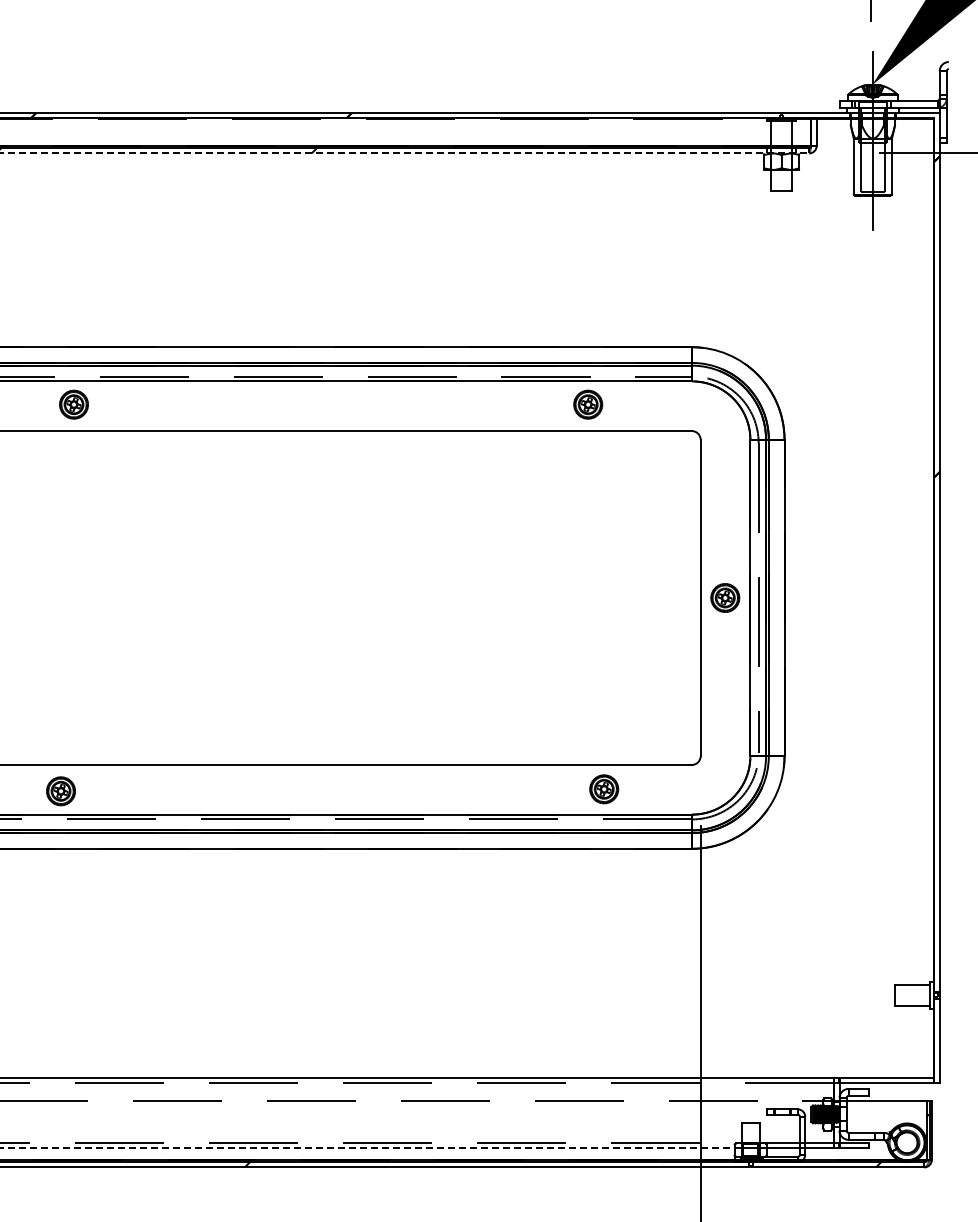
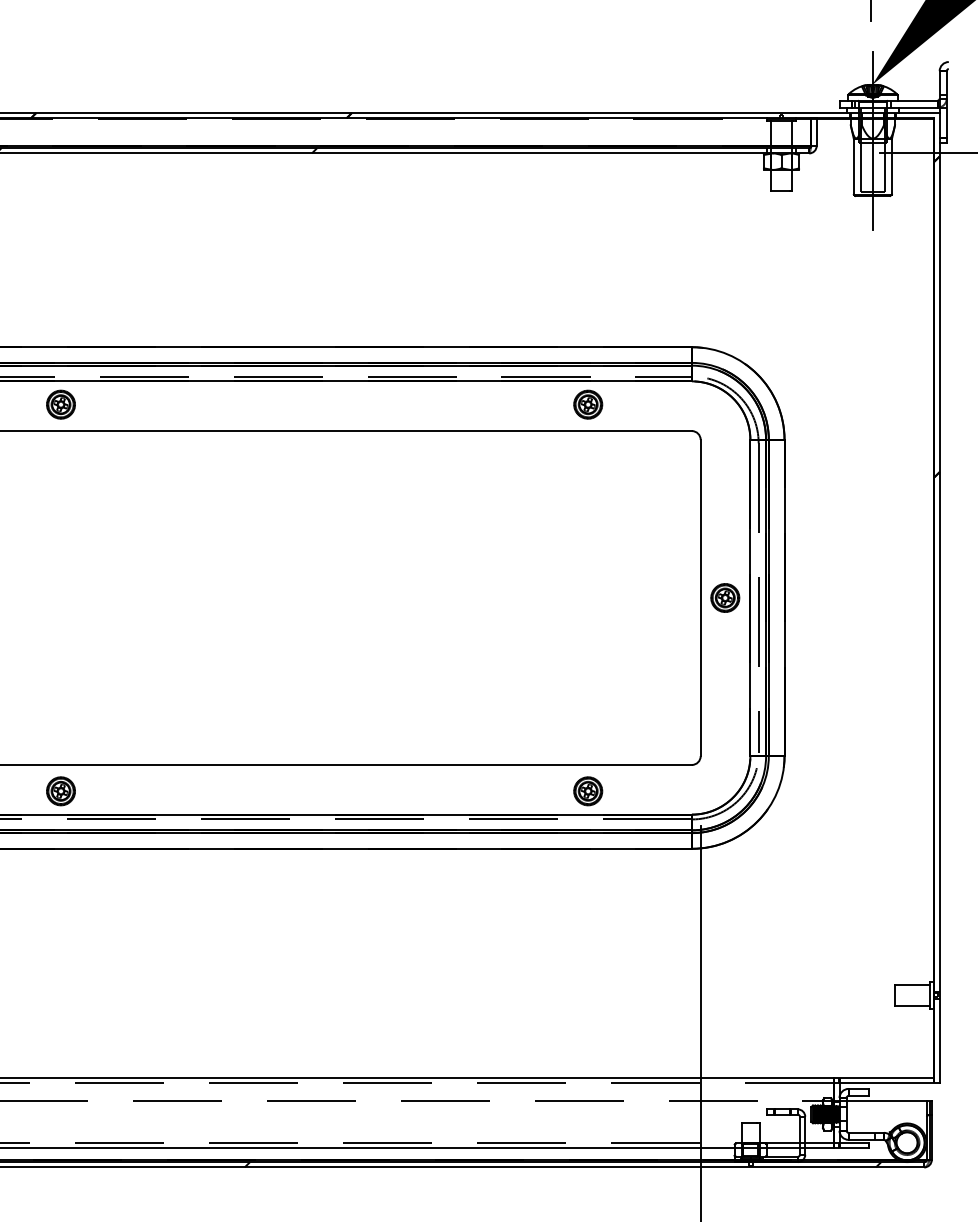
line at (405, 153): dashed -> solid
part at (73, 404) position: (73, 404) -> (60, 404)
part at (604, 789) position: (604, 789) -> (588, 791)
line at (367, 1148): dashed -> solid
